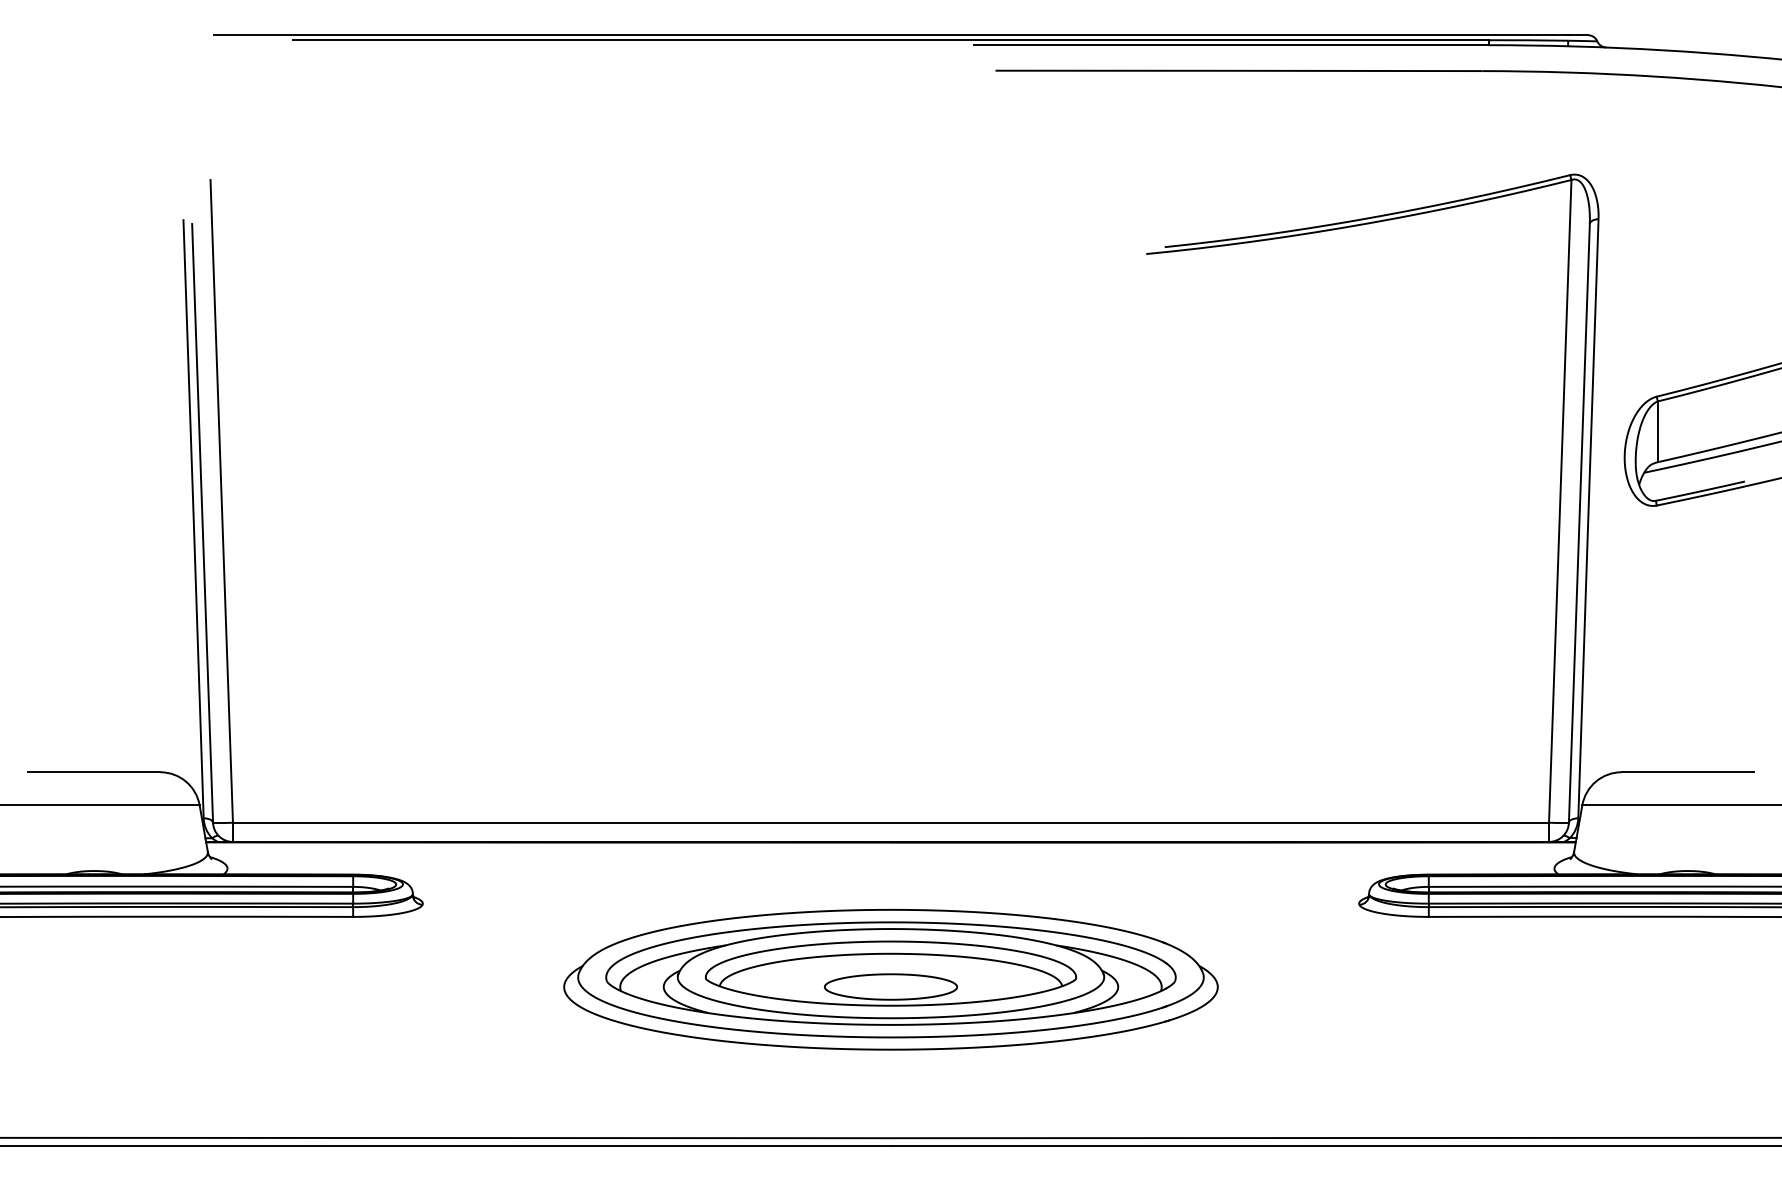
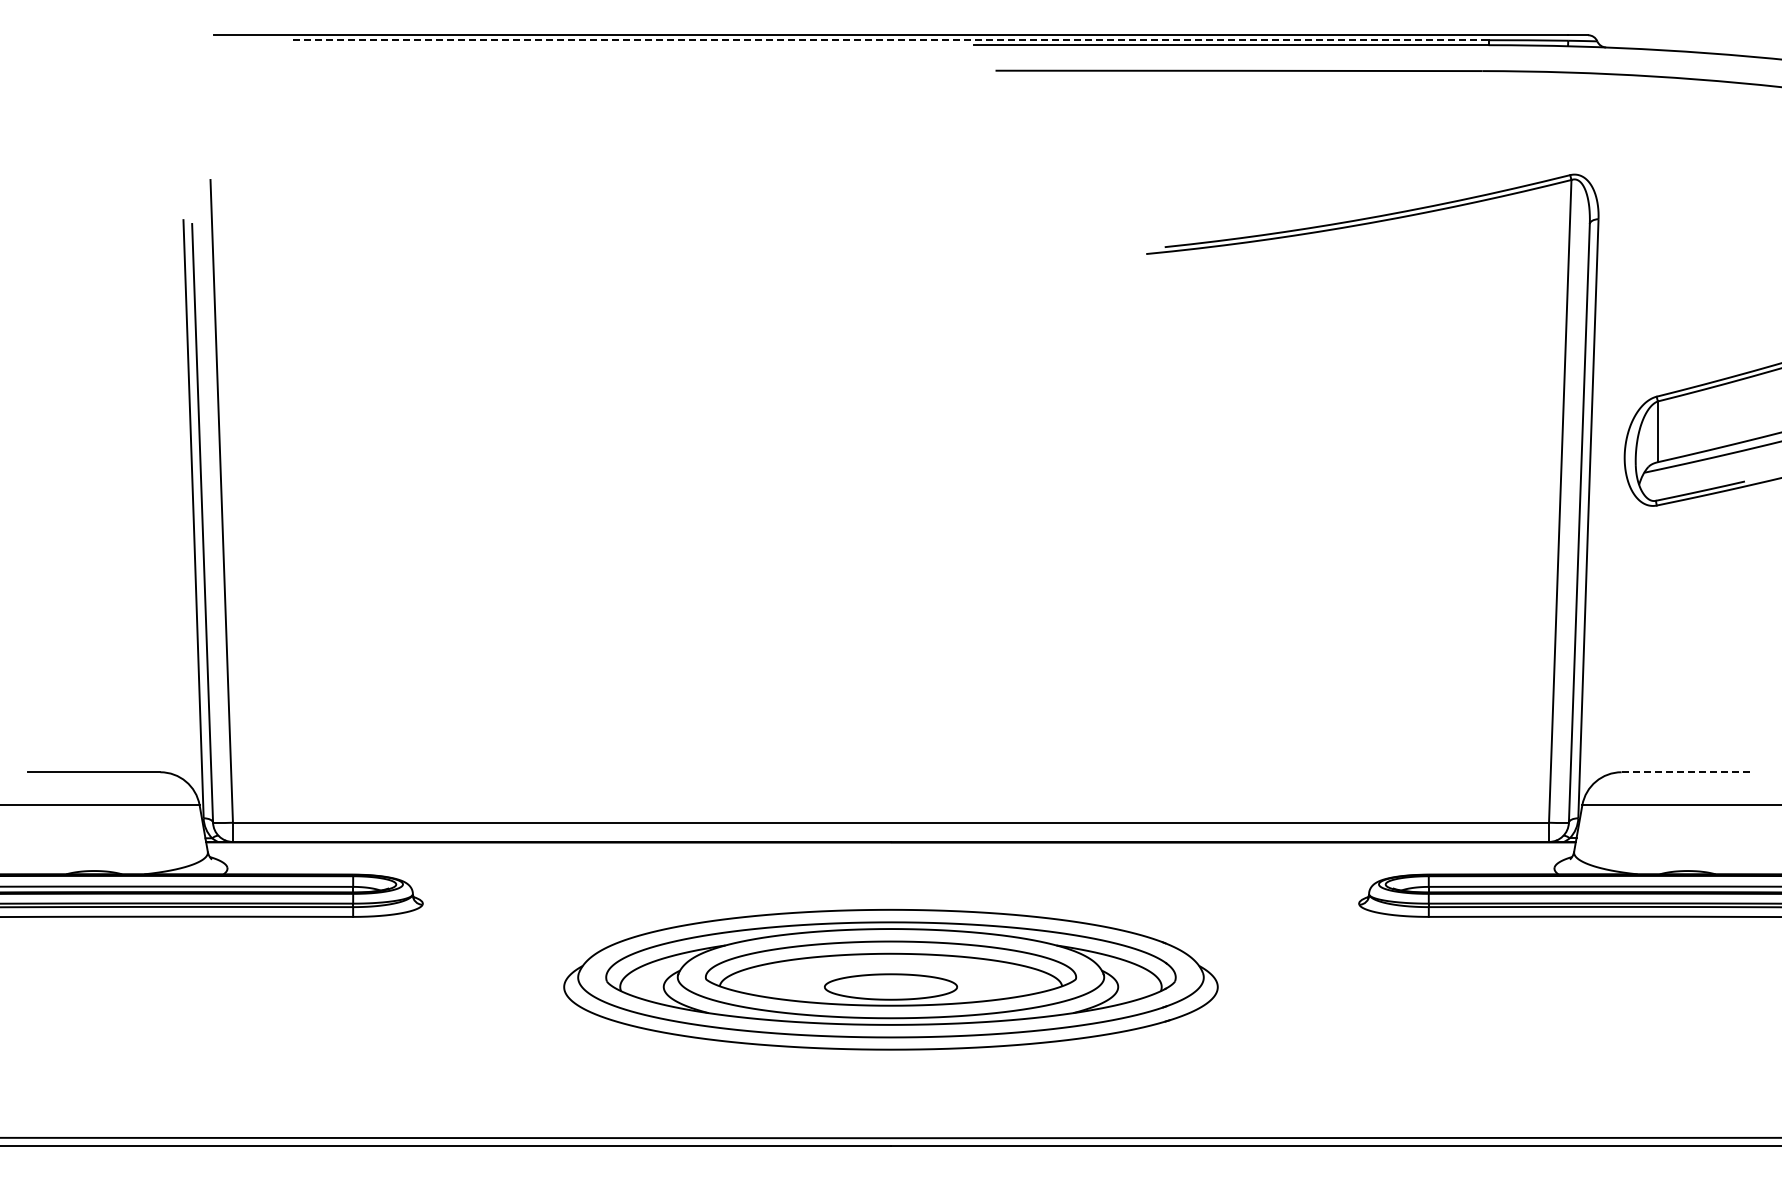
line at (890, 40): solid -> dashed
line at (1688, 772): solid -> dashed
